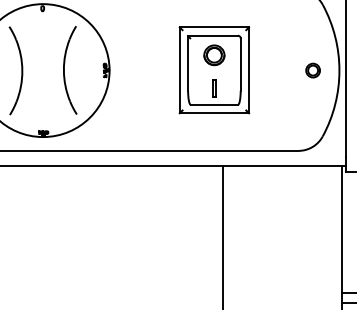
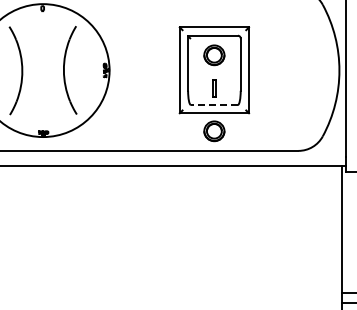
part at (312, 70): present -> none
line at (214, 104): solid -> dashed
part at (214, 131): none -> present
line at (223, 236): present -> none
